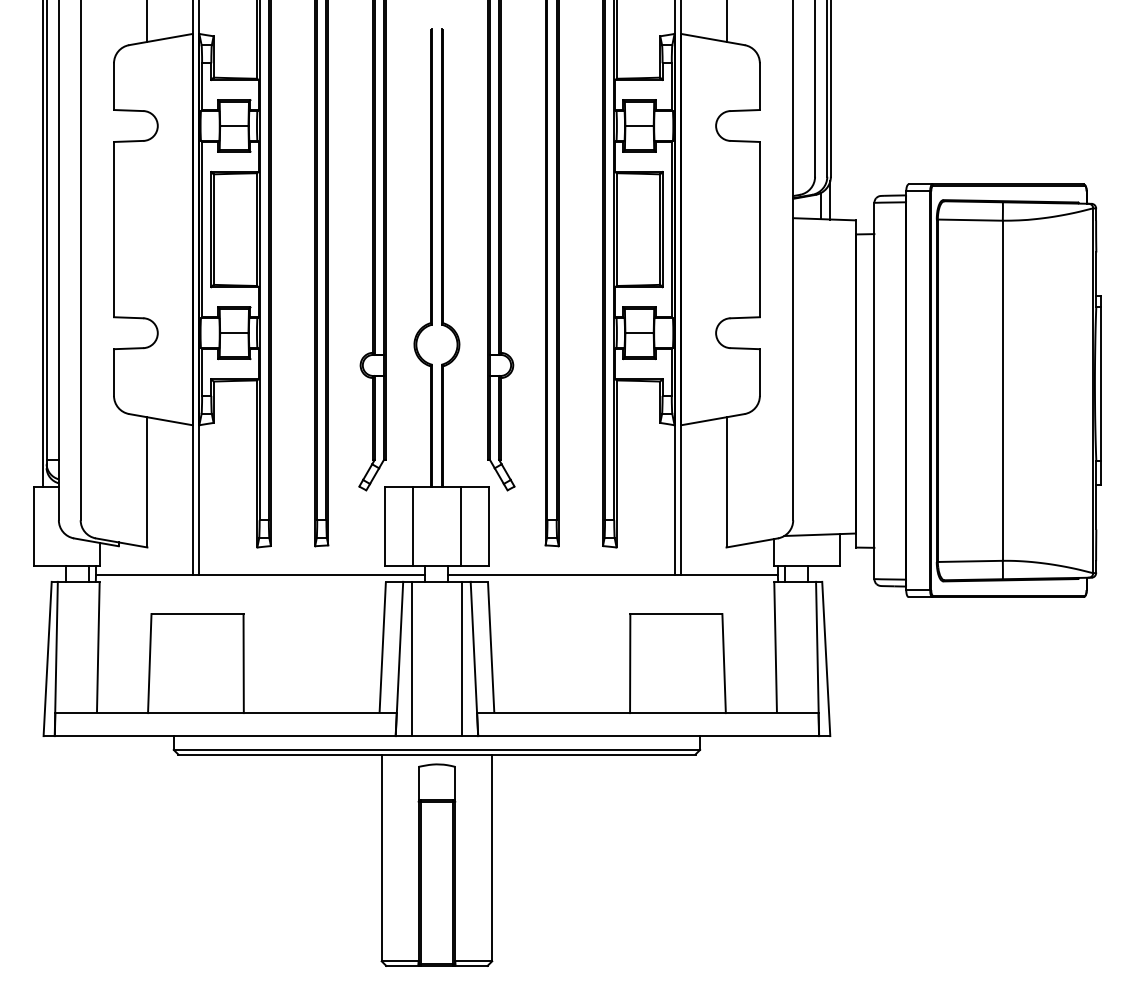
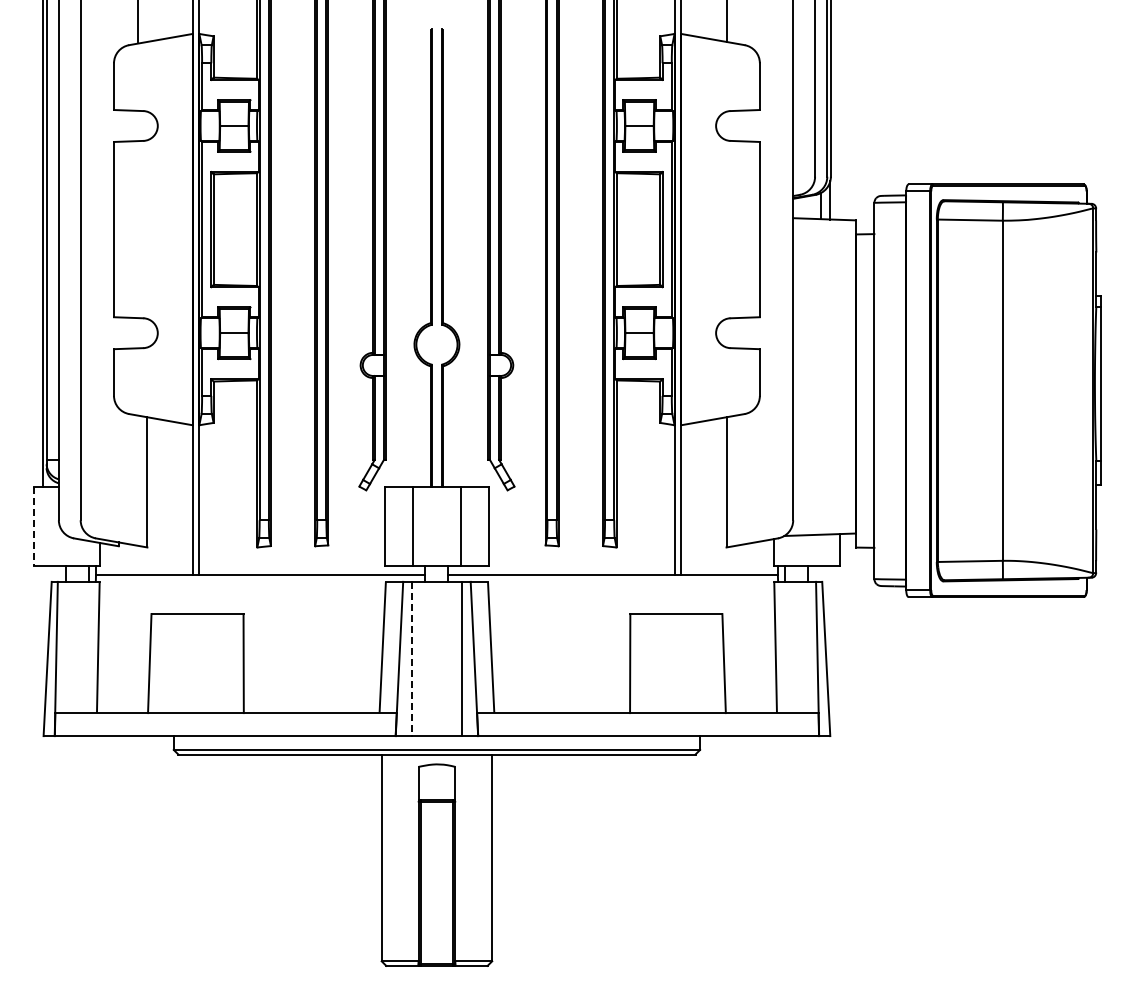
line at (147, 21) position: (147, 21) -> (138, 21)
line at (34, 527): solid -> dashed
line at (412, 659): solid -> dashed
